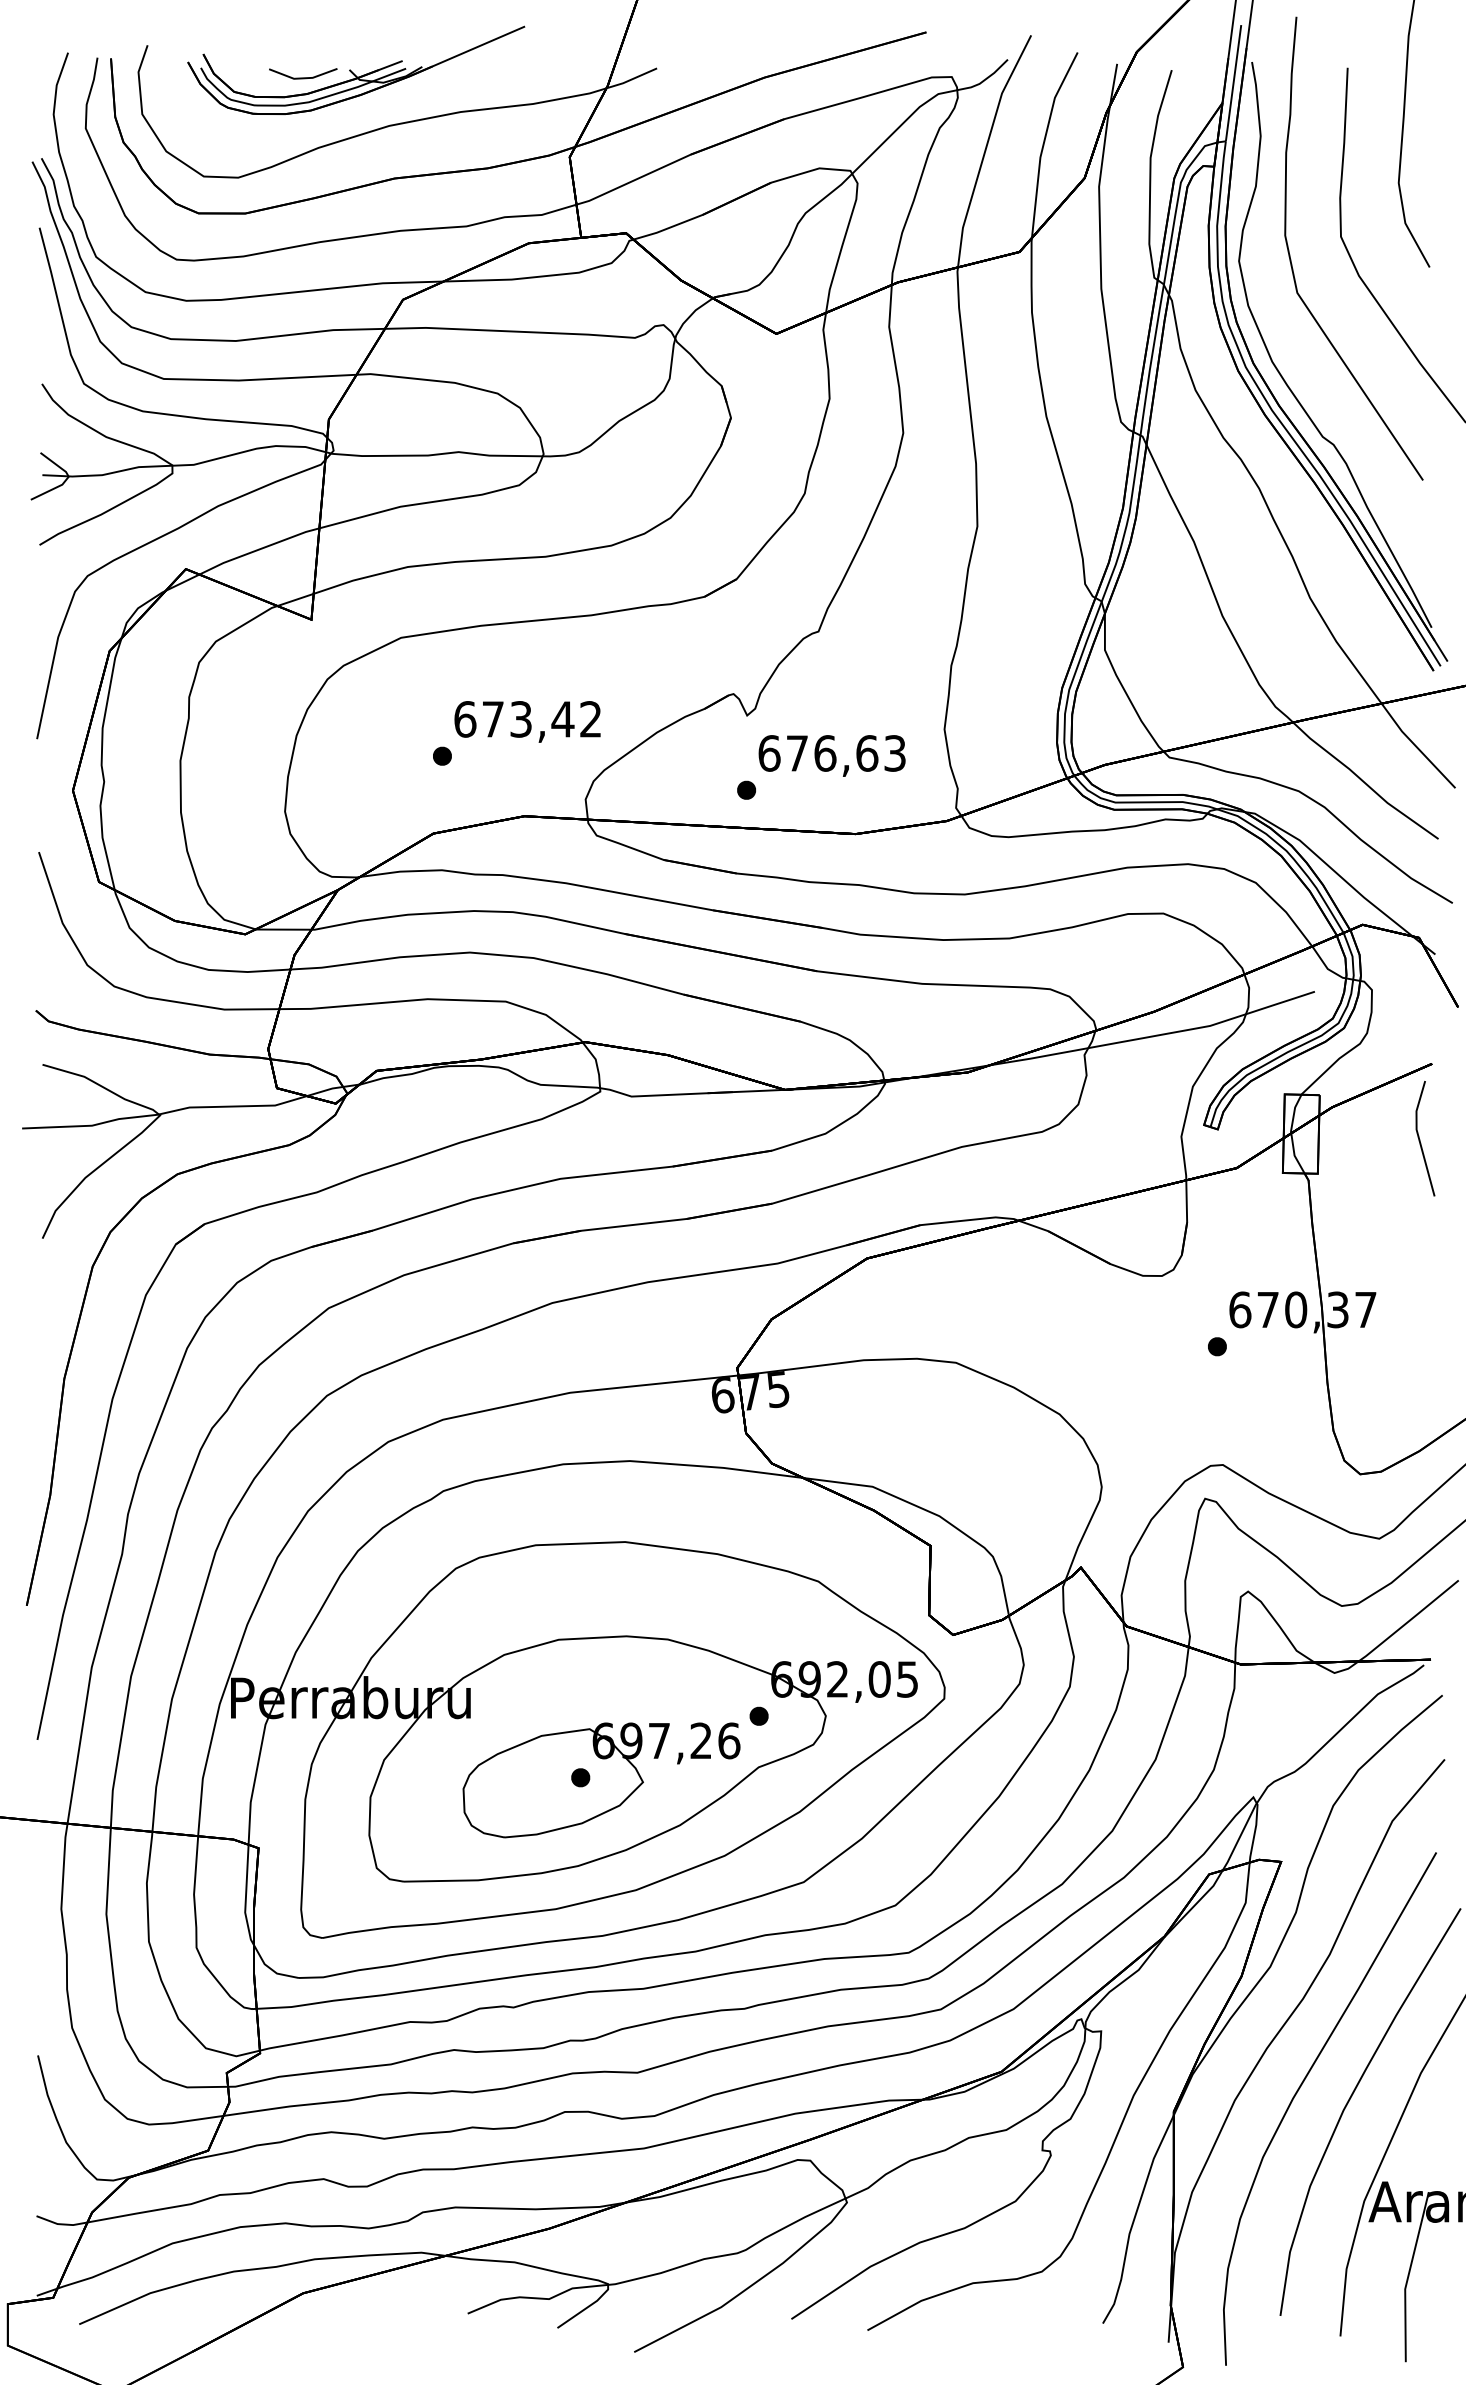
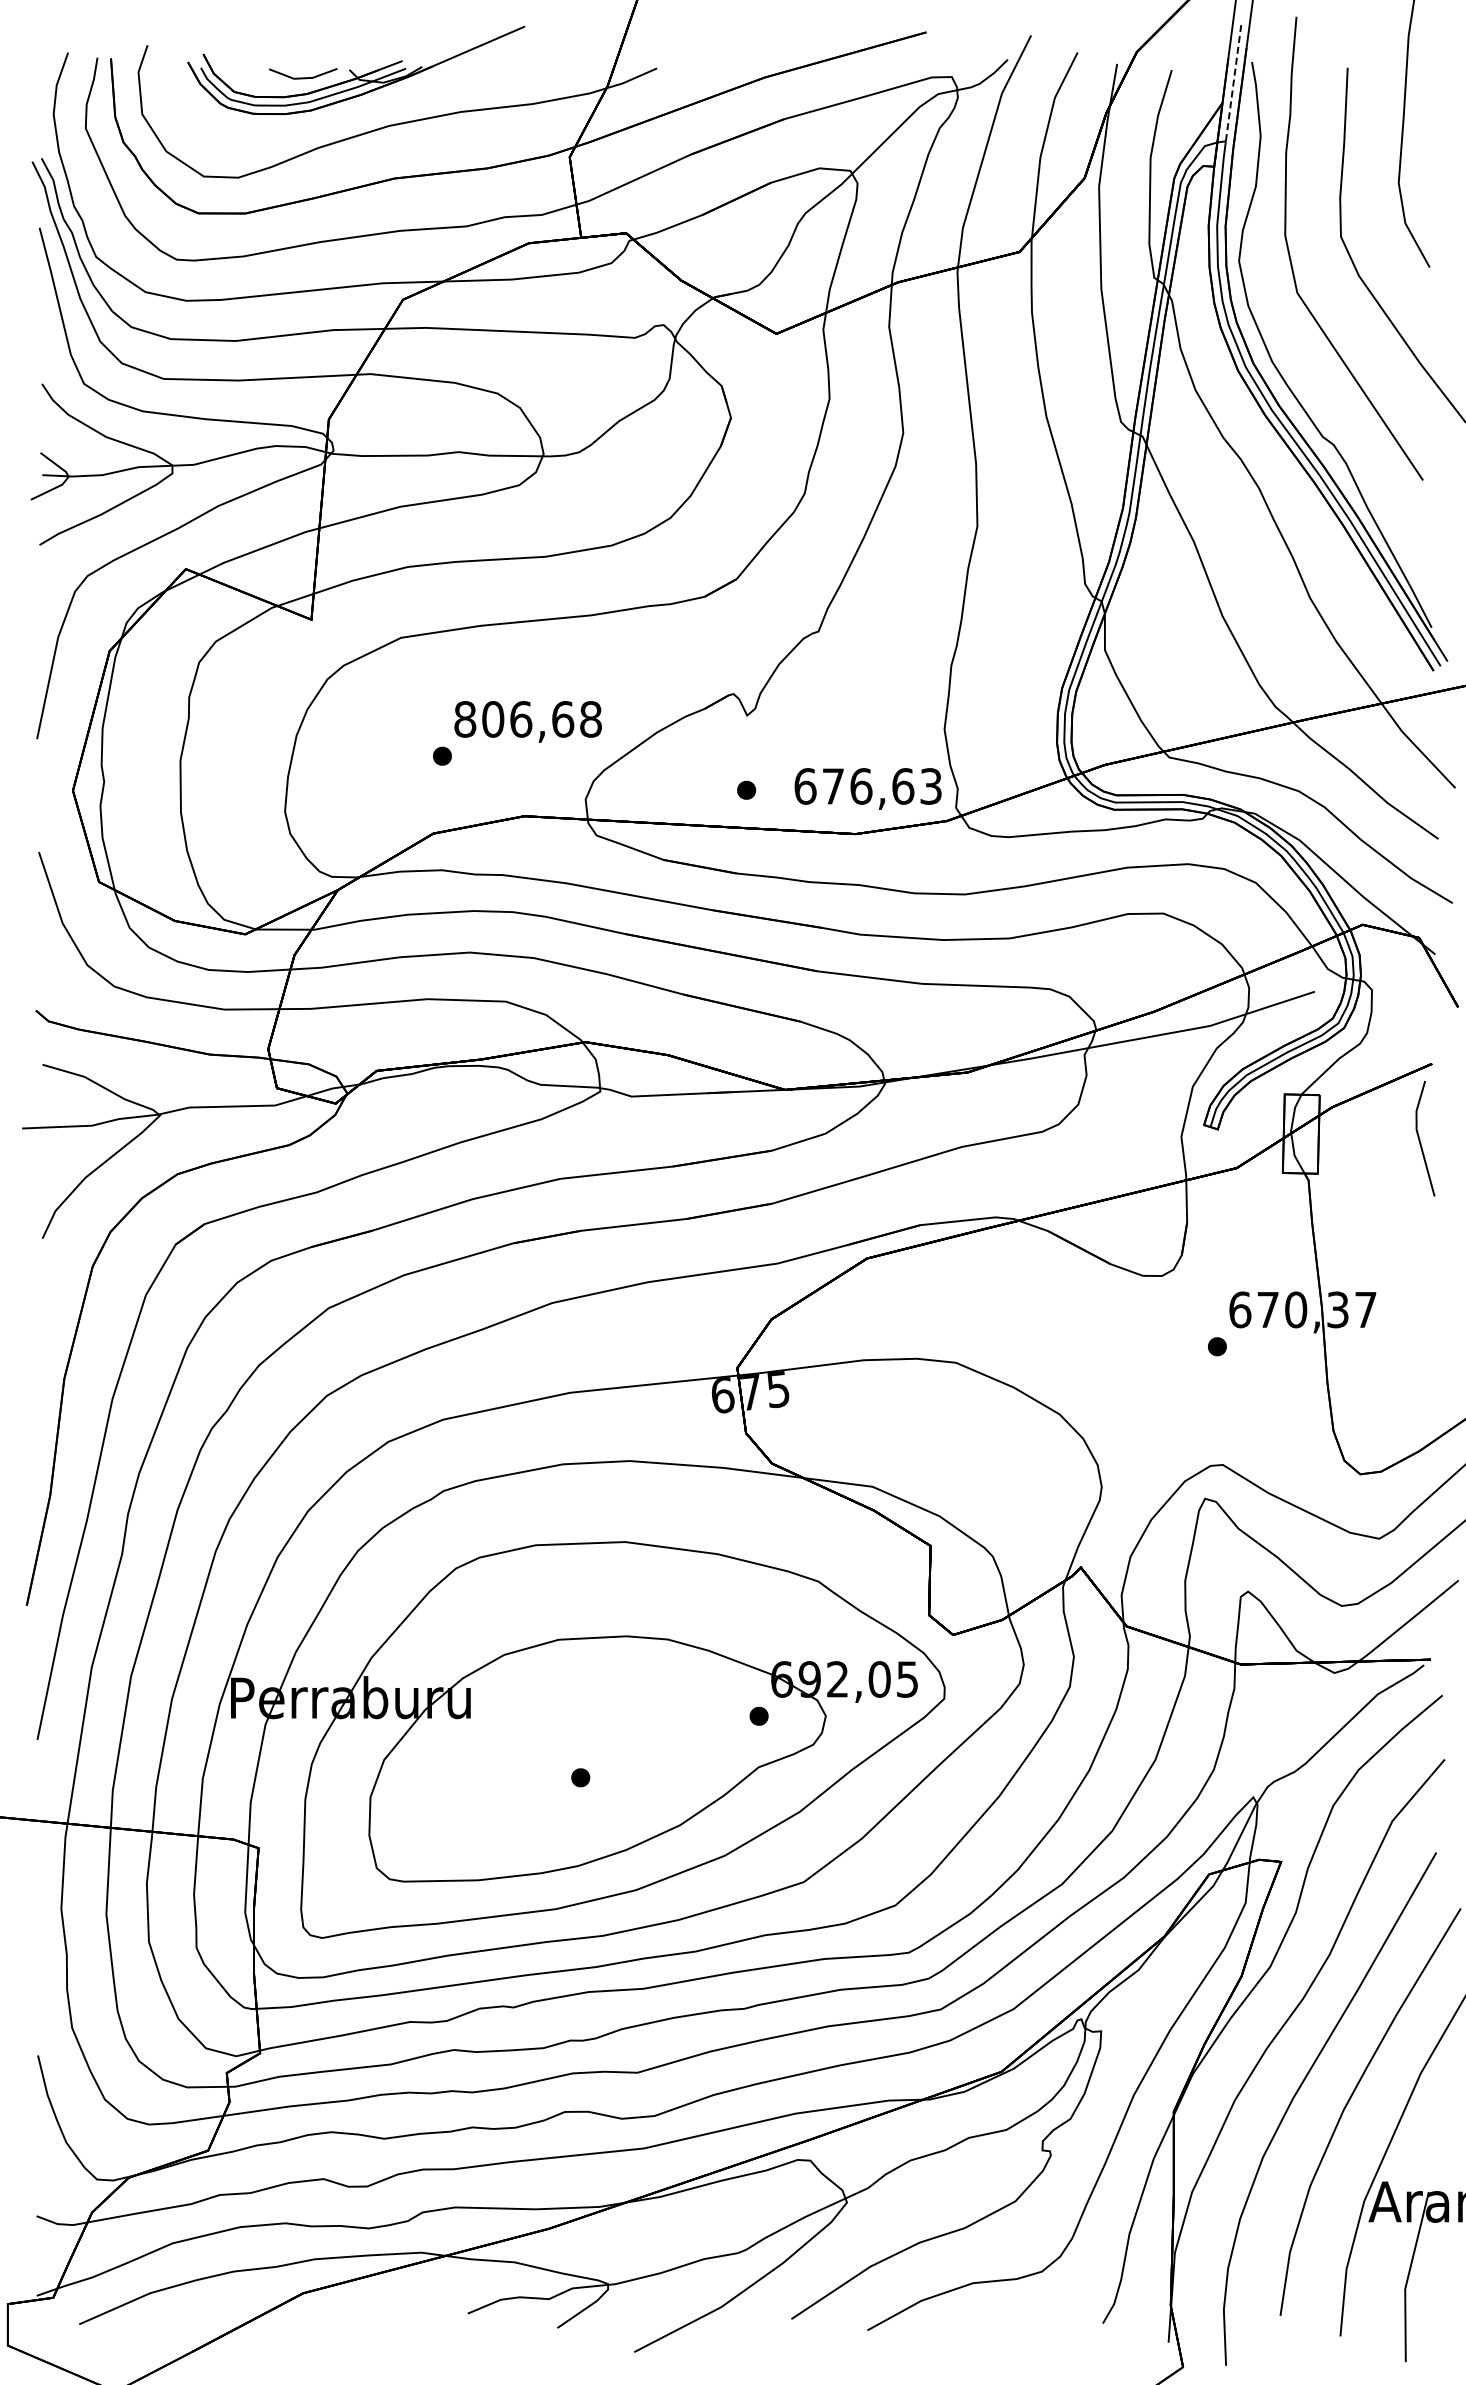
line at (1233, 84): solid -> dashed
text at (527, 719): 673,42 -> 806,68
text at (831, 755) position: (831, 755) -> (867, 788)
part at (601, 1780): present -> none
